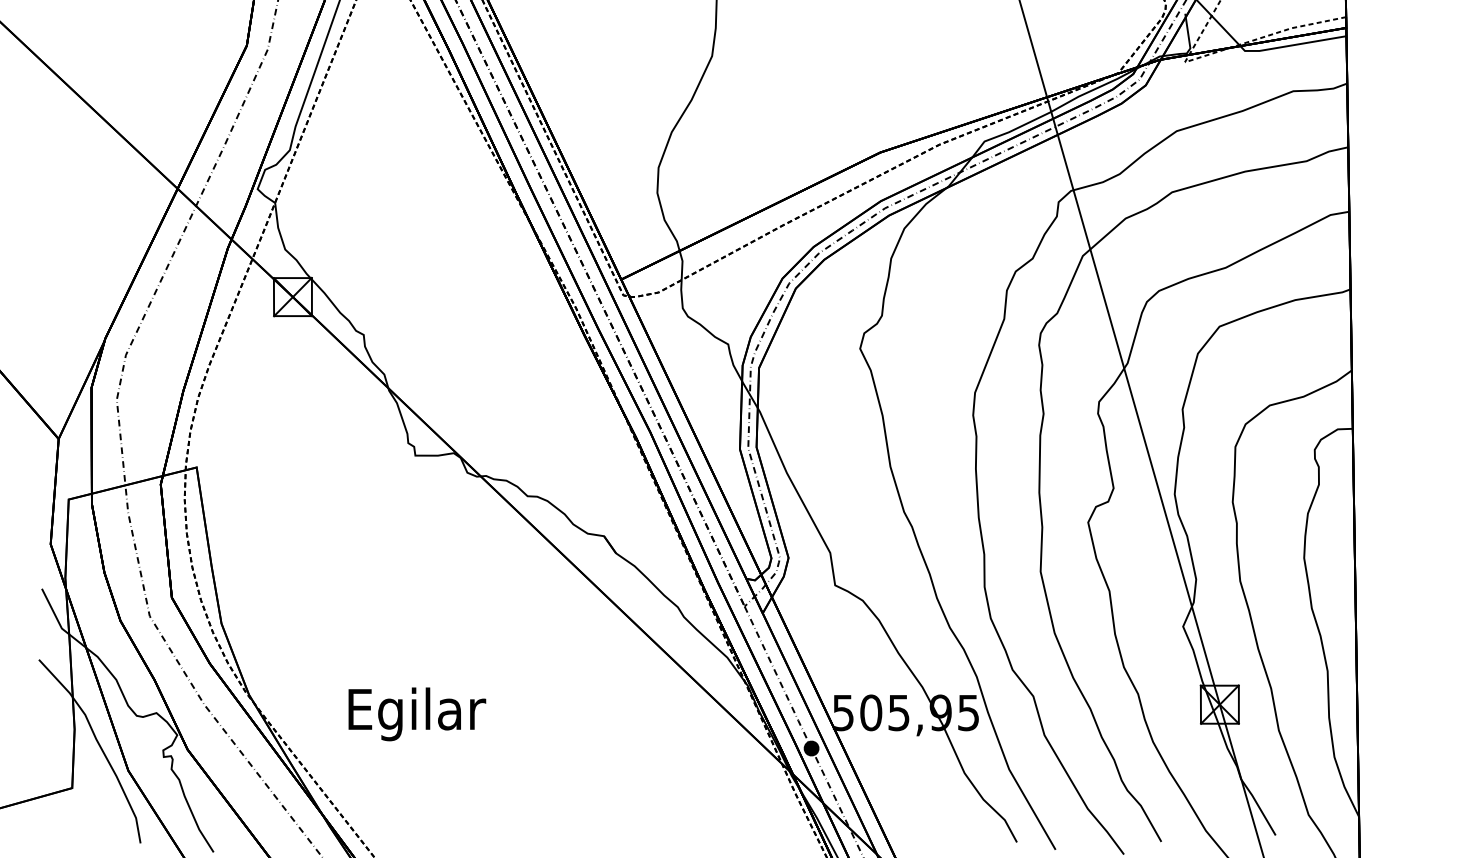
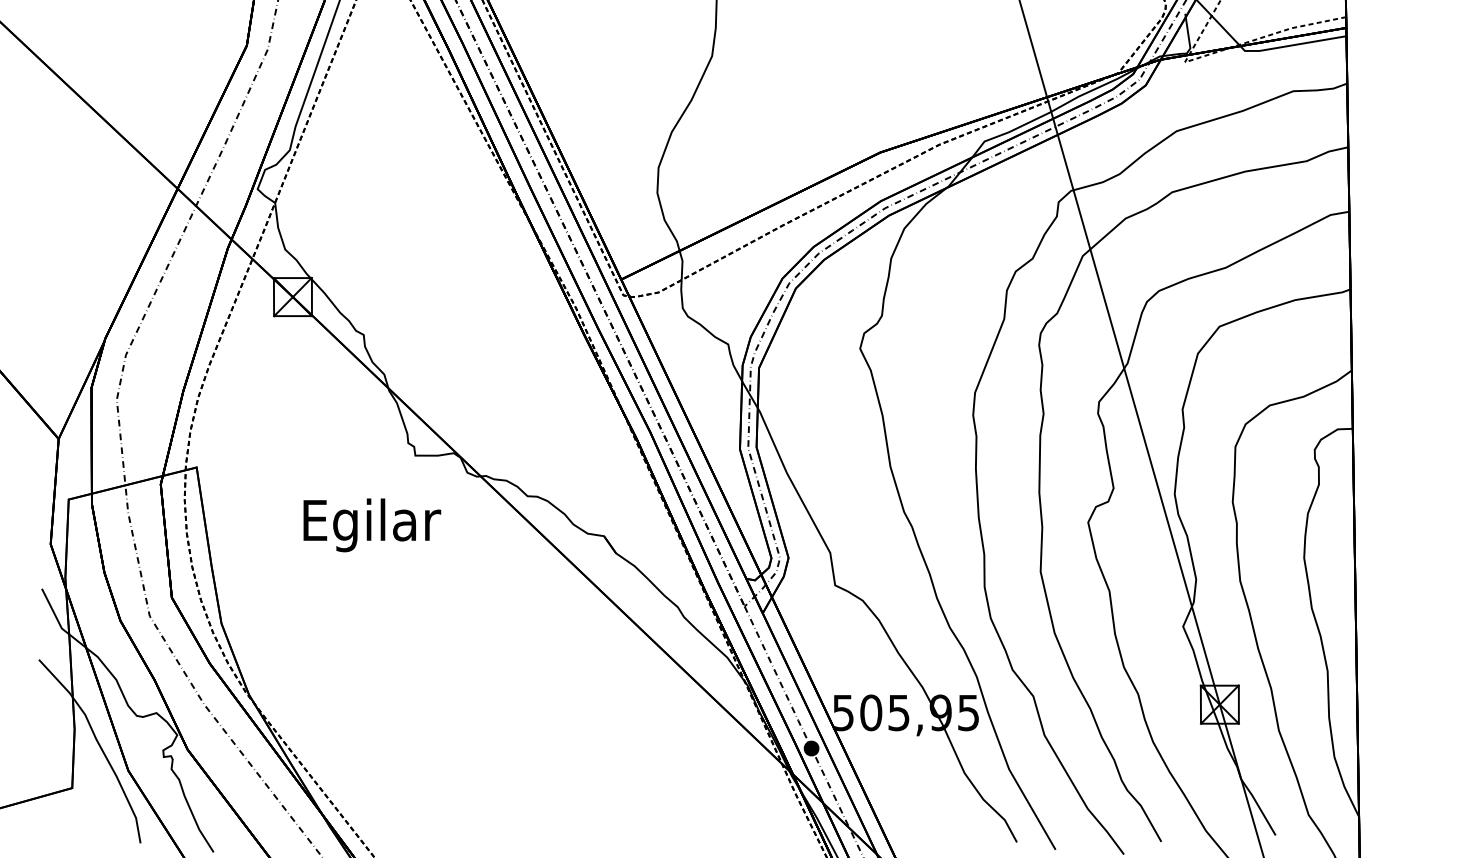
text at (417, 714) position: (417, 714) -> (372, 525)
